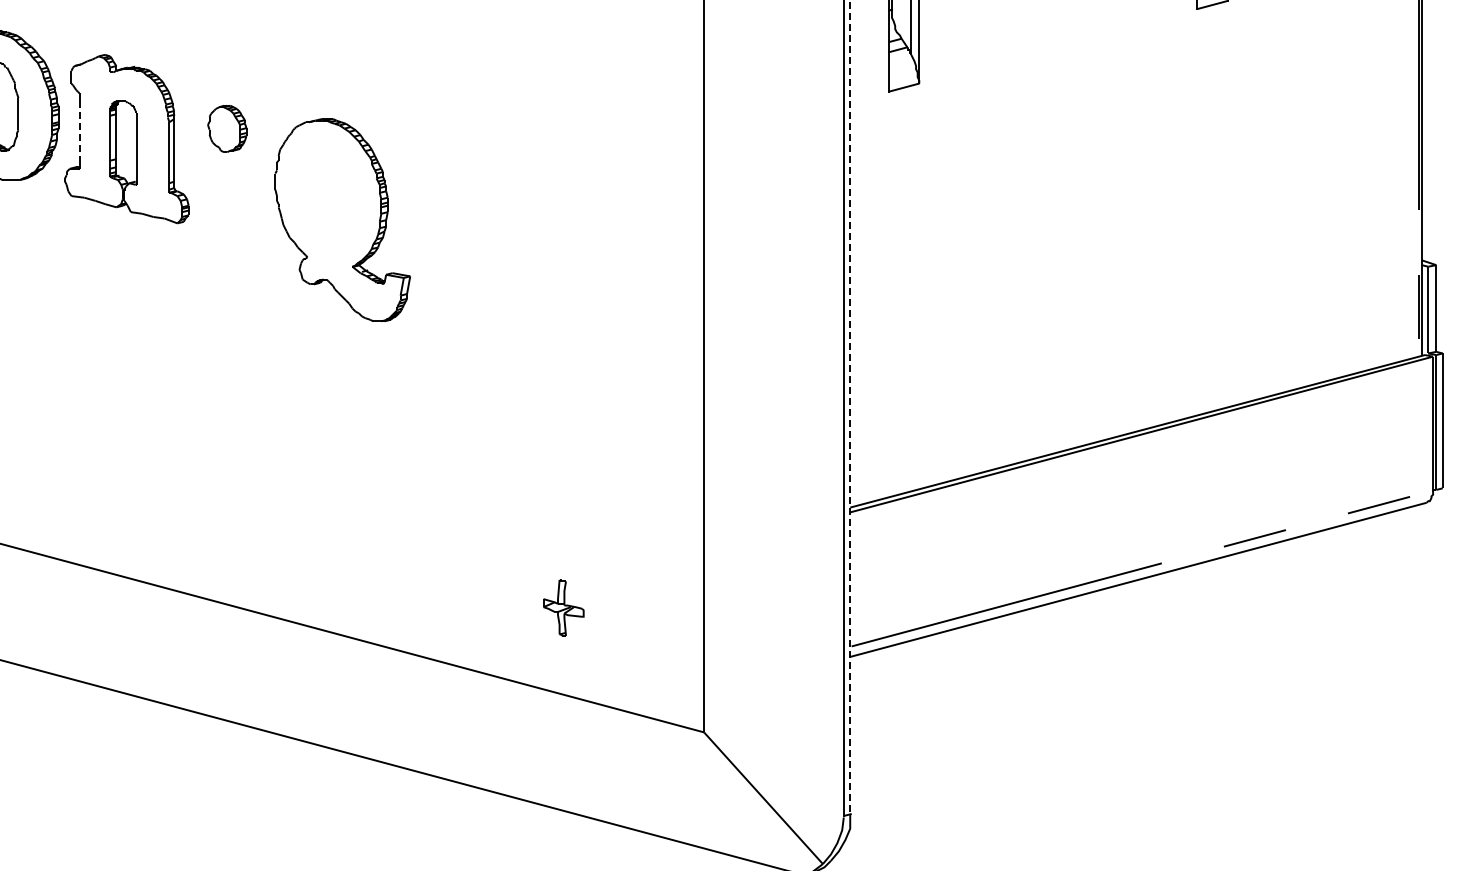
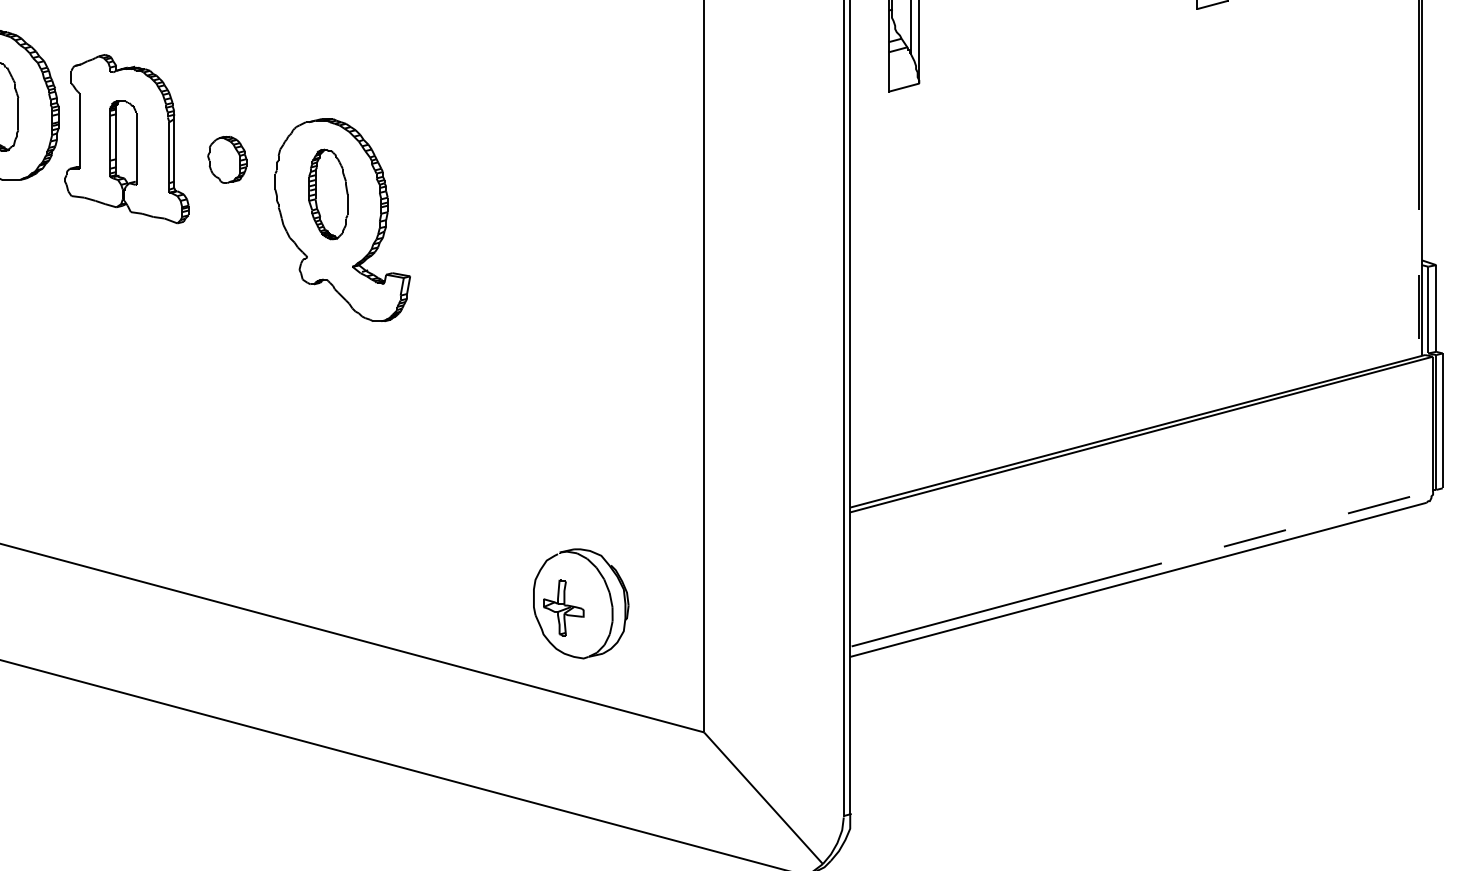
part at (227, 128) position: (227, 128) -> (227, 159)
line at (79, 131): dashed -> solid
part at (328, 194): none -> present
line at (850, 407): dashed -> solid
part at (581, 603): none -> present
